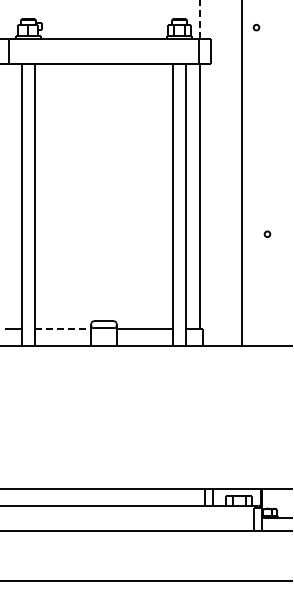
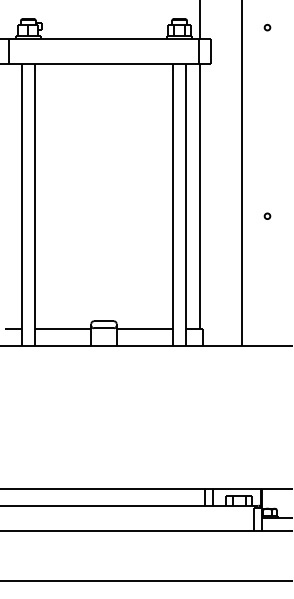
line at (200, 19): dashed -> solid
part at (256, 27) position: (256, 27) -> (267, 27)
part at (267, 233) position: (267, 233) -> (267, 215)
line at (63, 329): dashed -> solid
